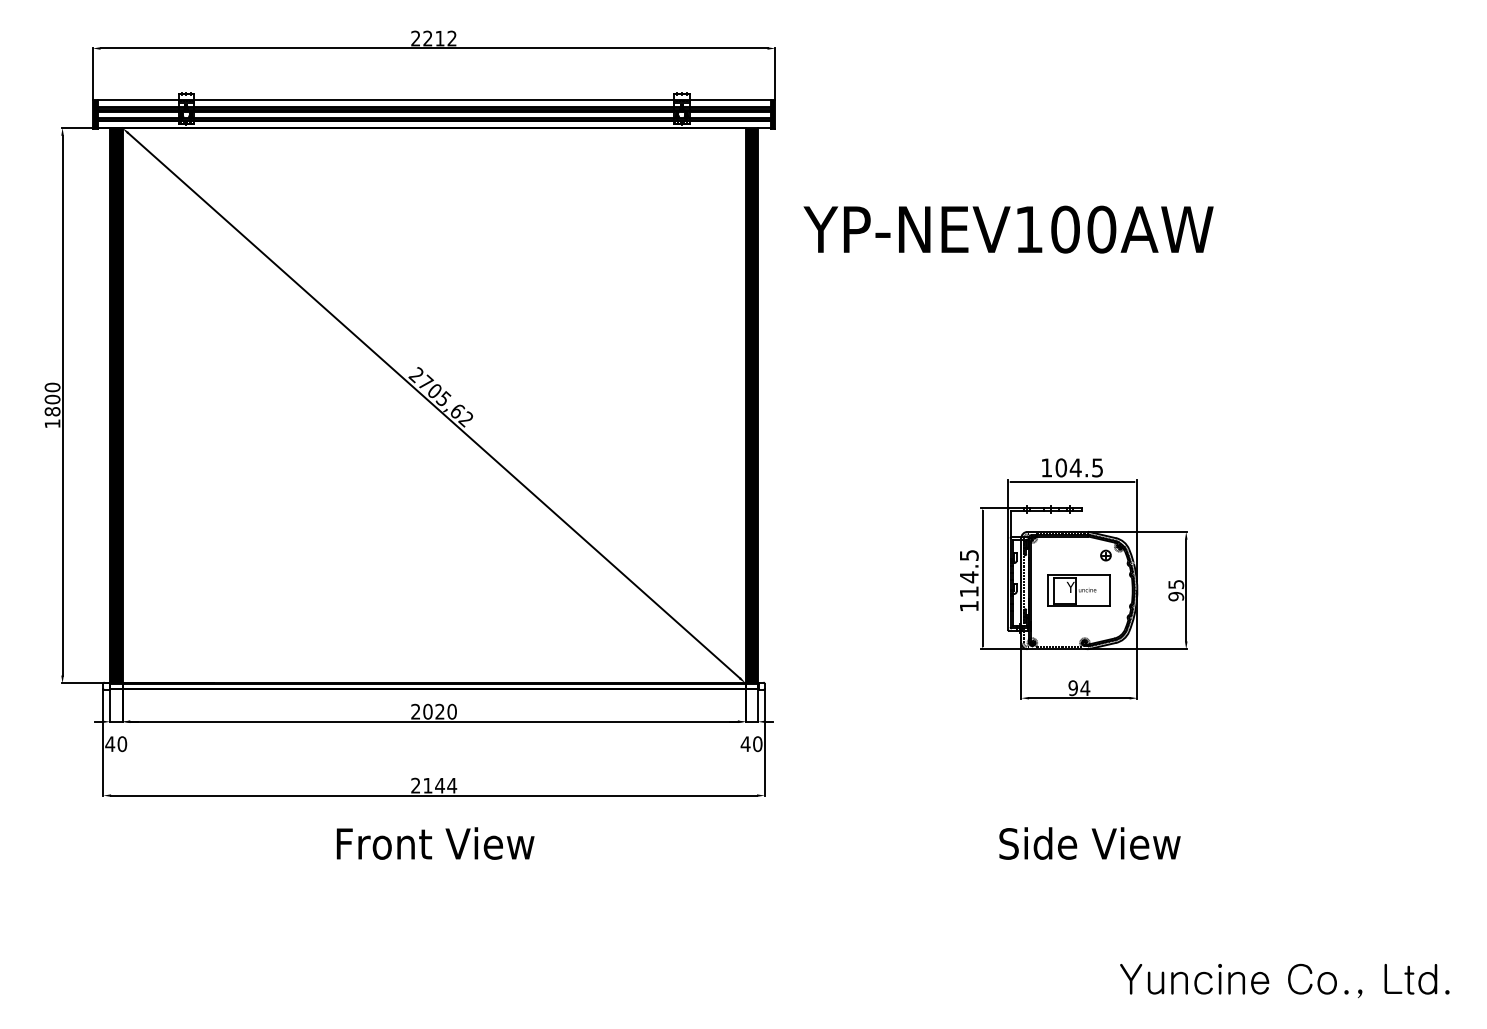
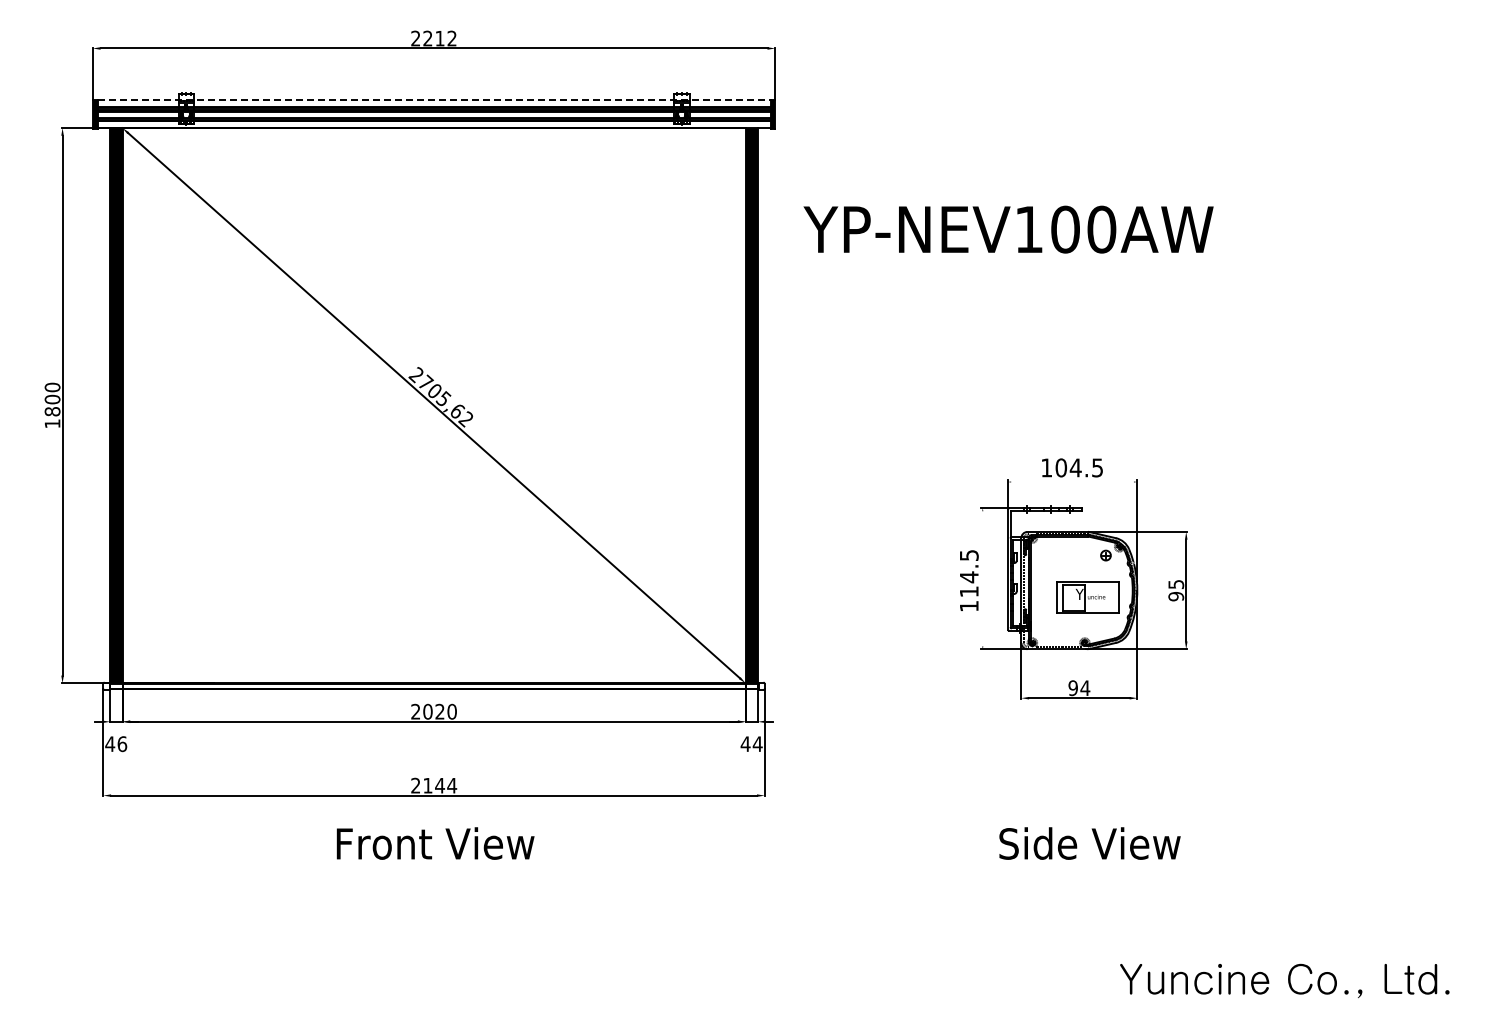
line at (434, 100): solid -> dashed
line at (1072, 482): present -> none
line at (982, 578): present -> none
part at (1078, 590) position: (1078, 590) -> (1087, 597)
text at (122, 743): 40 -> 46
text at (757, 744): 40 -> 44
